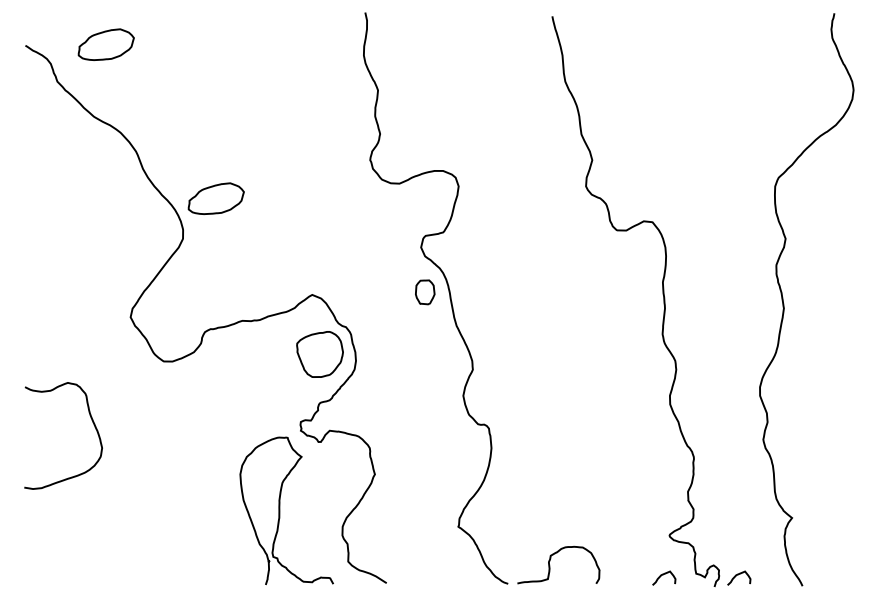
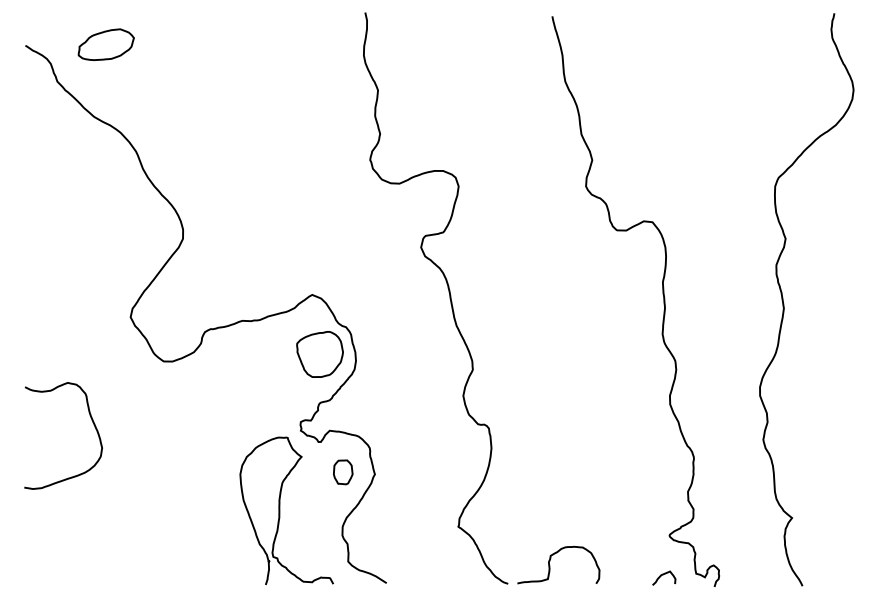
part at (215, 198): present -> none
part at (425, 292) position: (425, 292) -> (343, 472)
curve at (738, 575): present -> none
